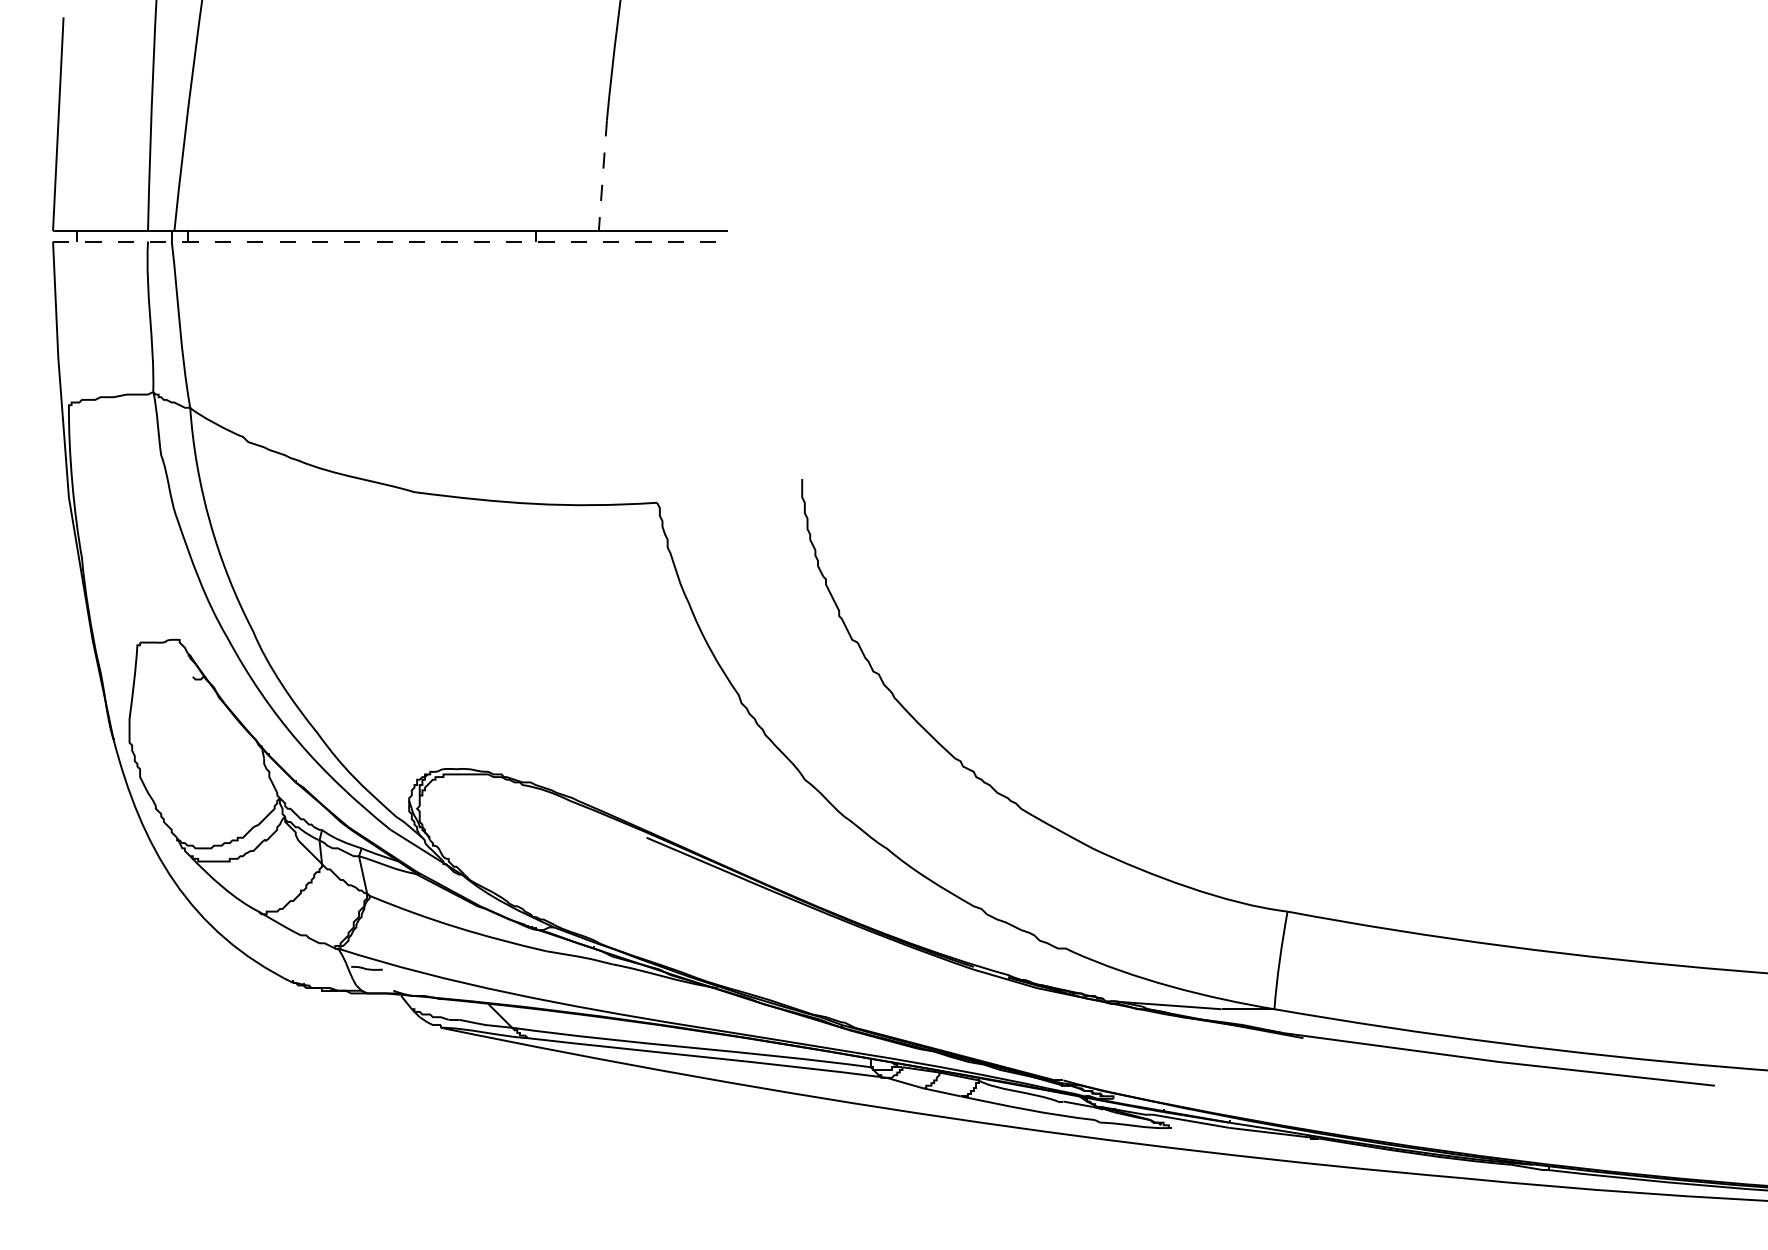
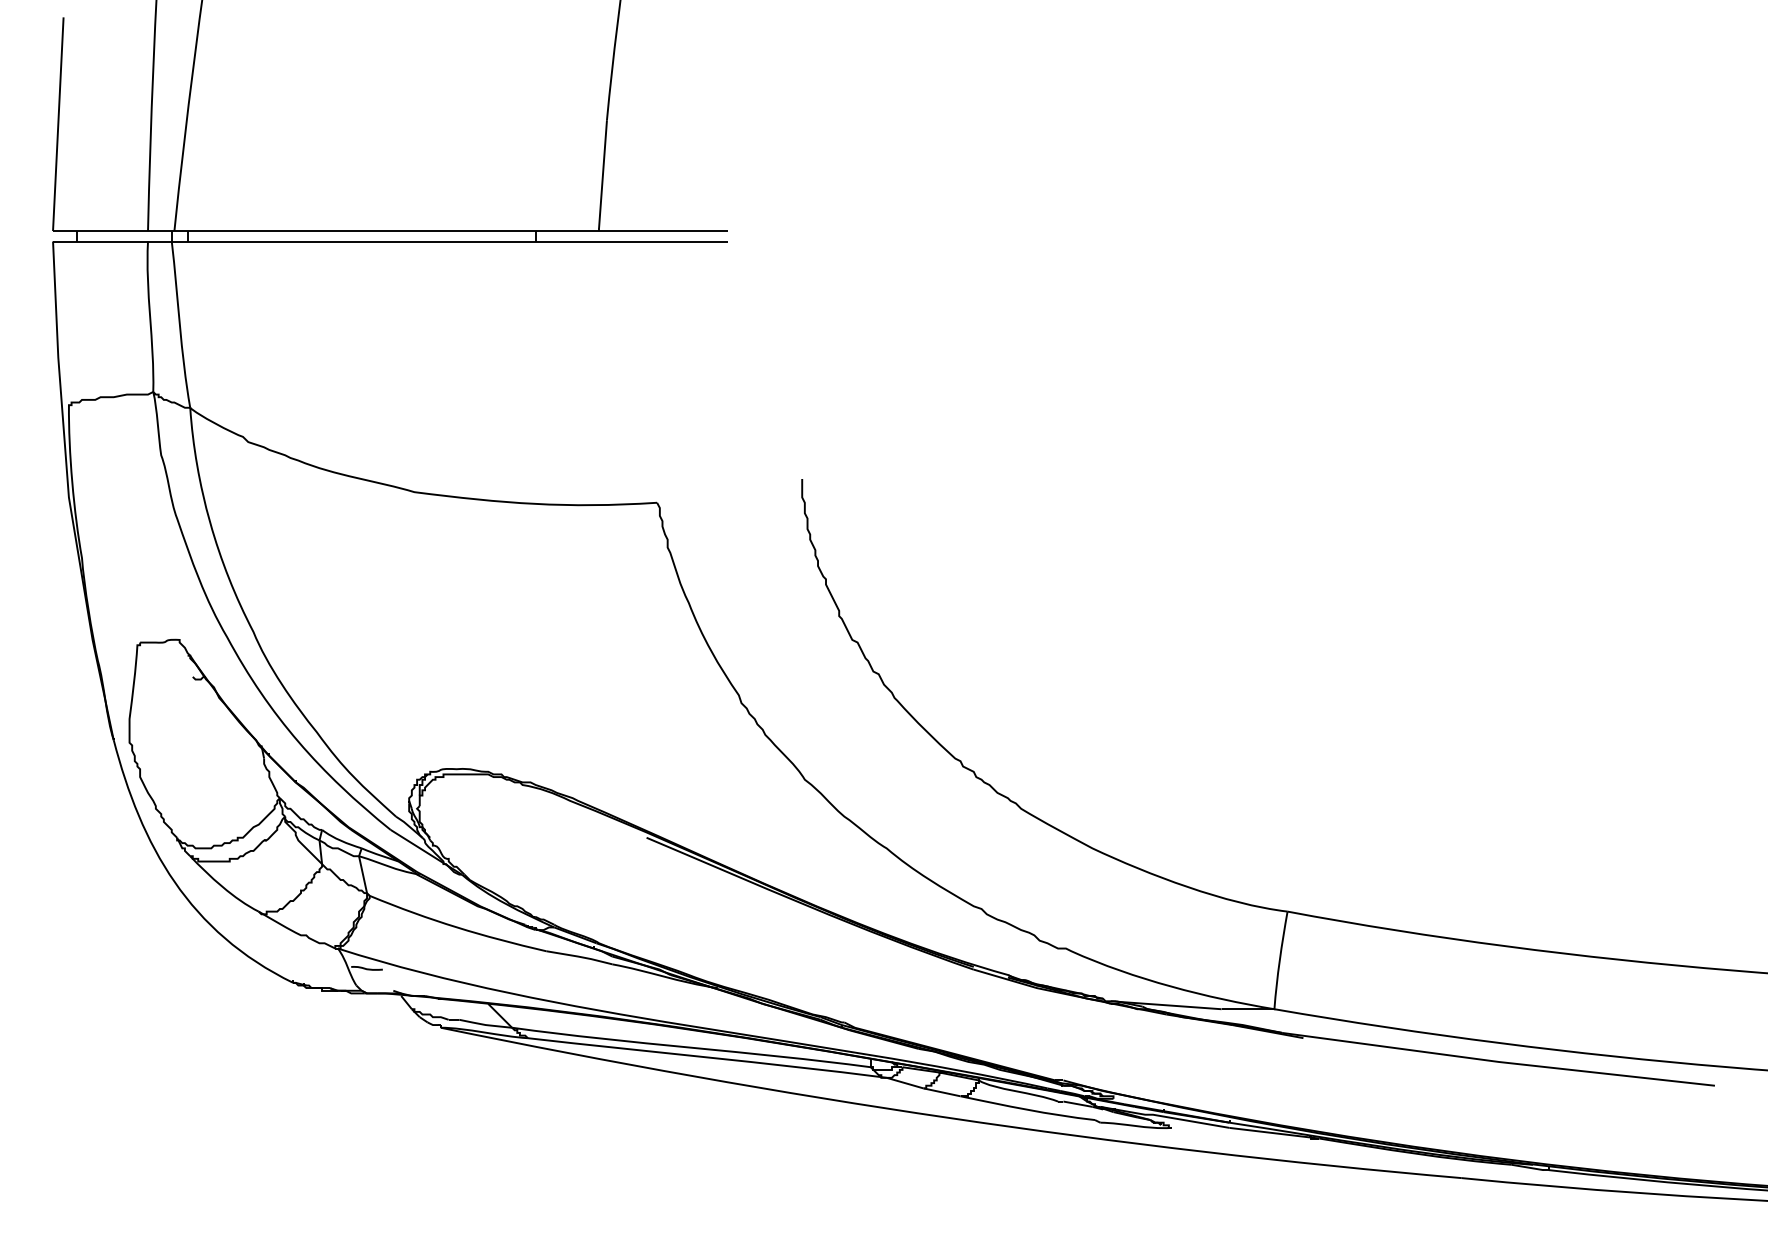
line at (602, 174): dashed -> solid
line at (390, 241): dashed -> solid
